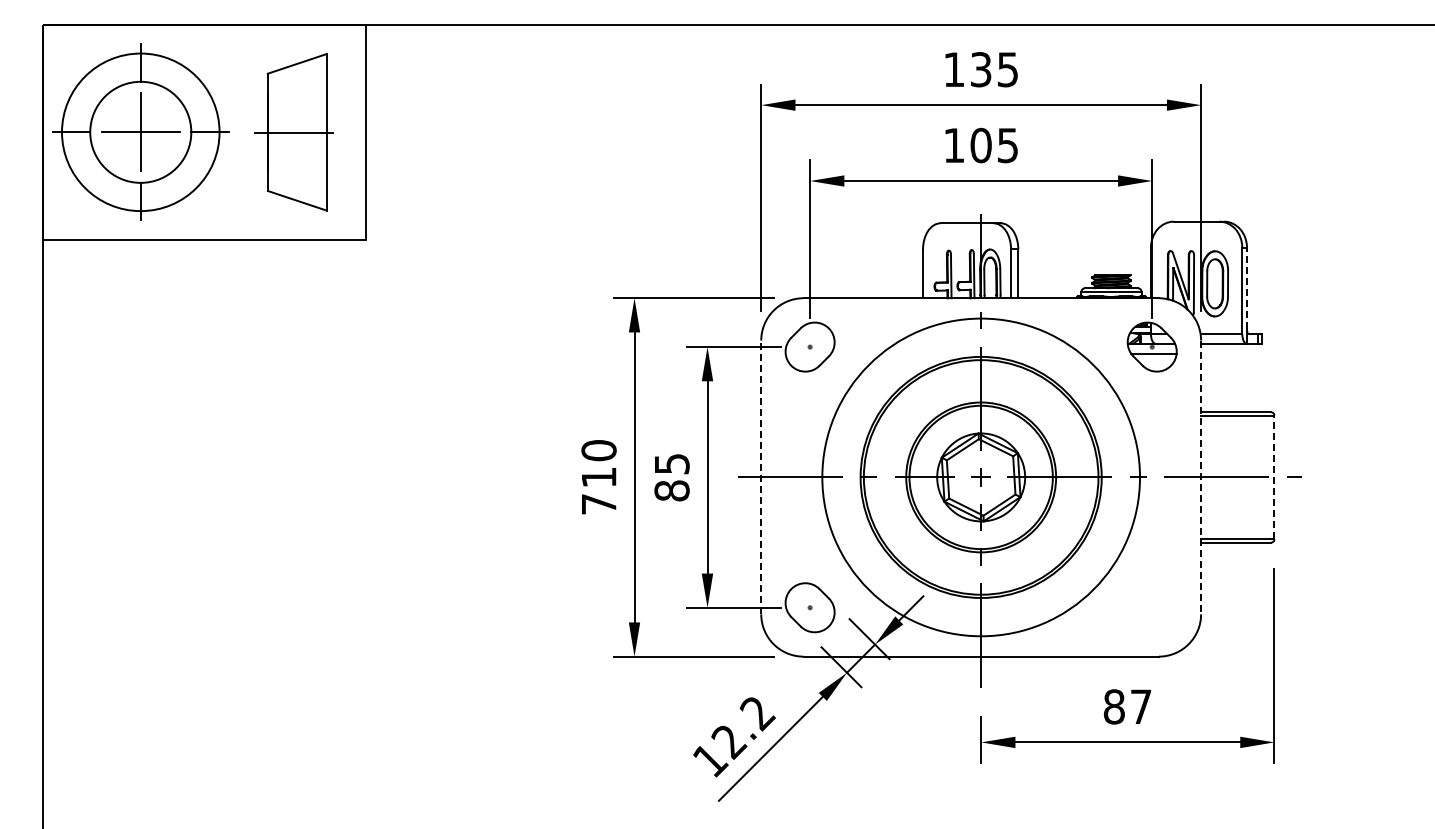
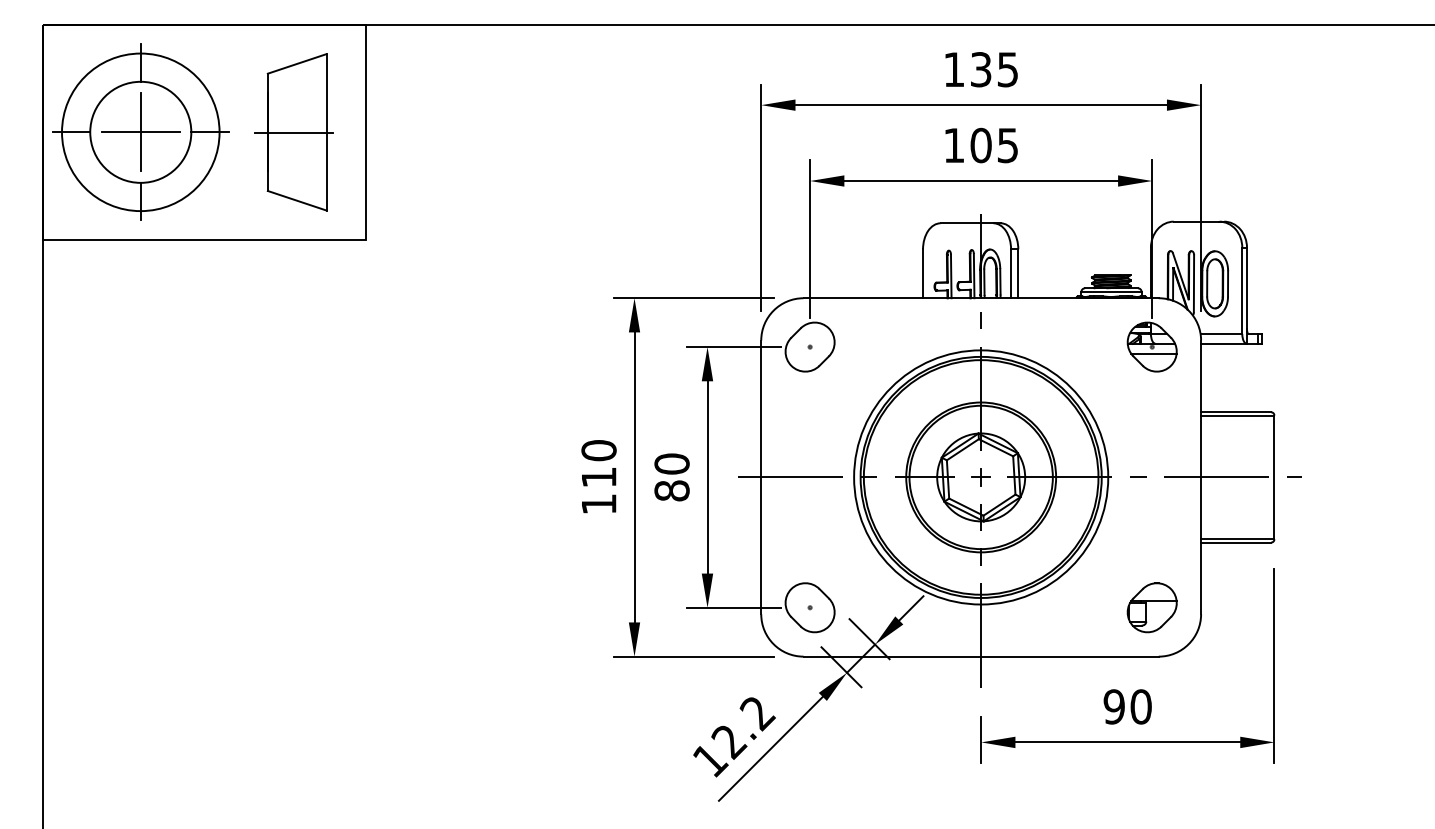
line at (1247, 288): dashed -> solid
text at (671, 463): 85 -> 80
line at (761, 477): dashed -> solid
circle at (981, 477) diameter: 318 px -> 254 px
line at (1201, 477): dashed -> solid
line at (1274, 477): dashed -> solid
text at (599, 504): 710 -> 110
part at (1151, 607): none -> present
text at (1127, 706): 87 -> 90
